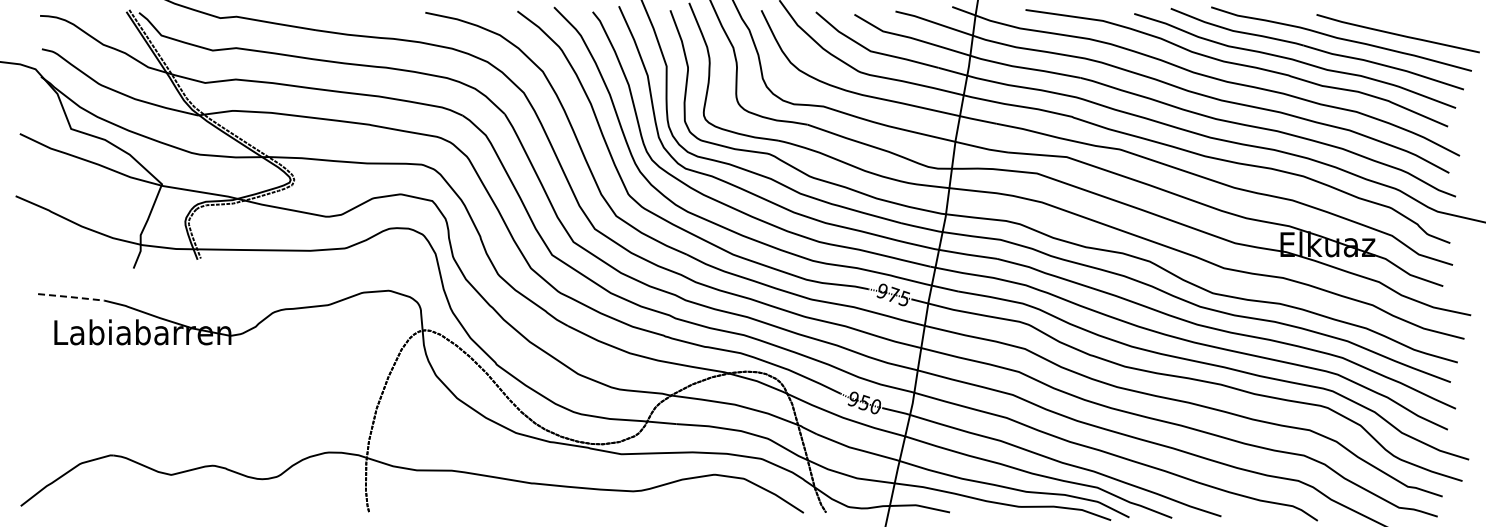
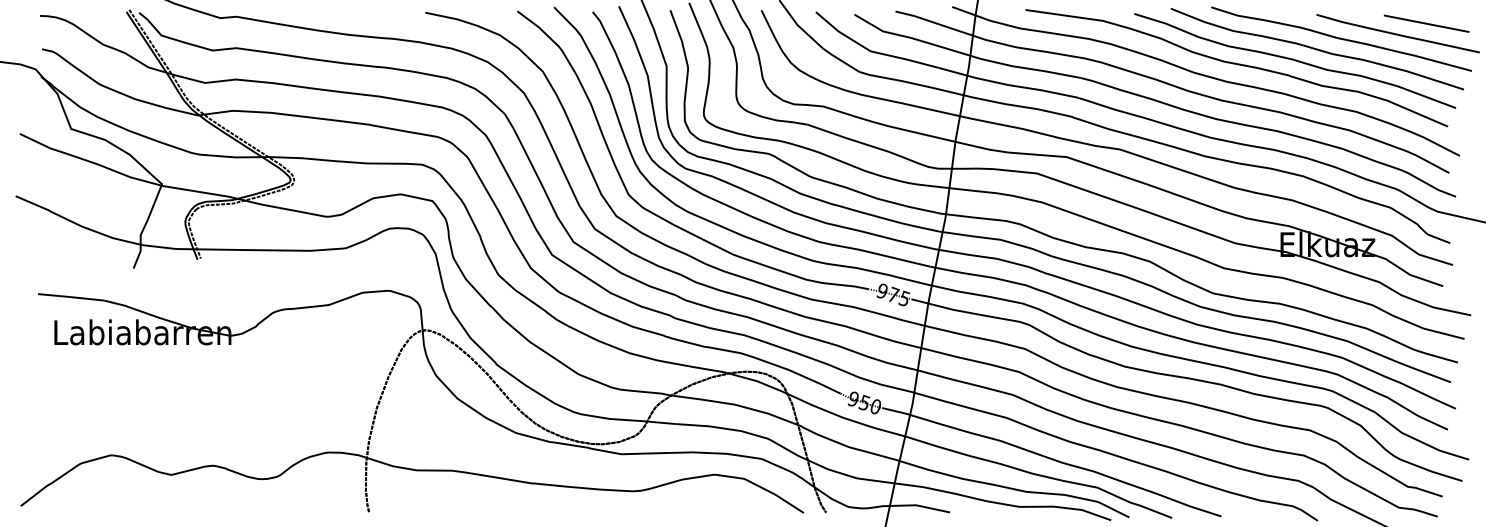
line at (1426, 23): none -> present
line at (70, 297): dashed -> solid
